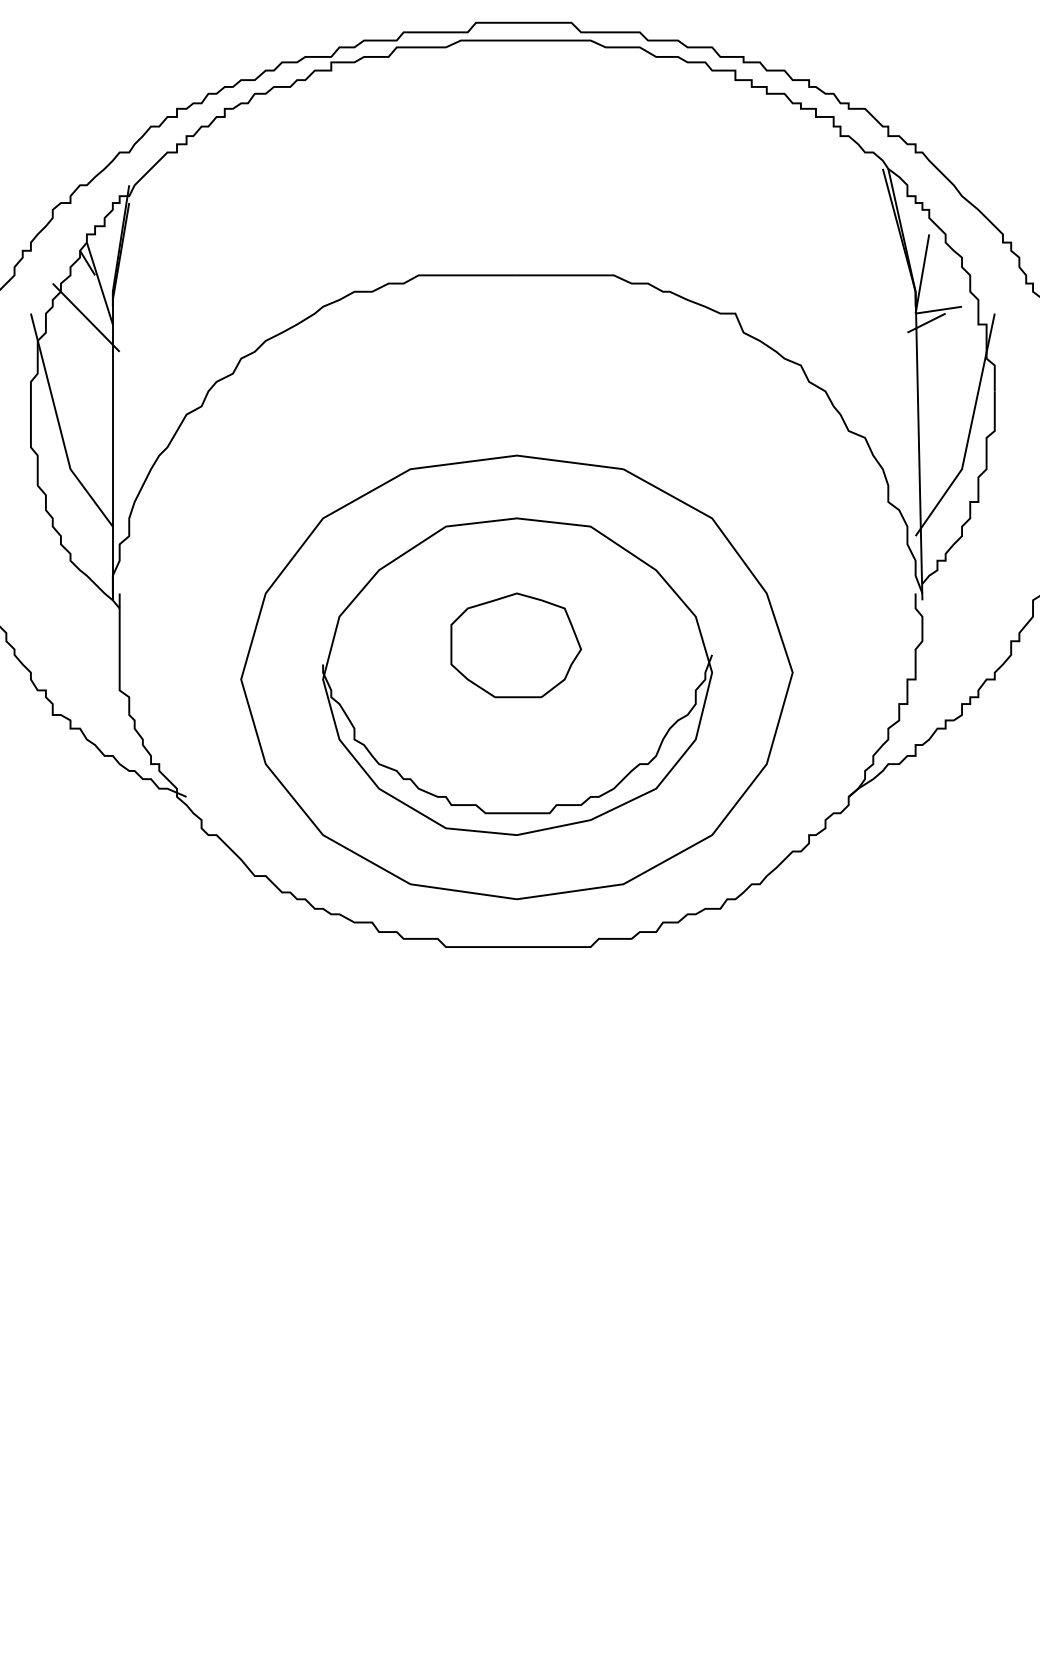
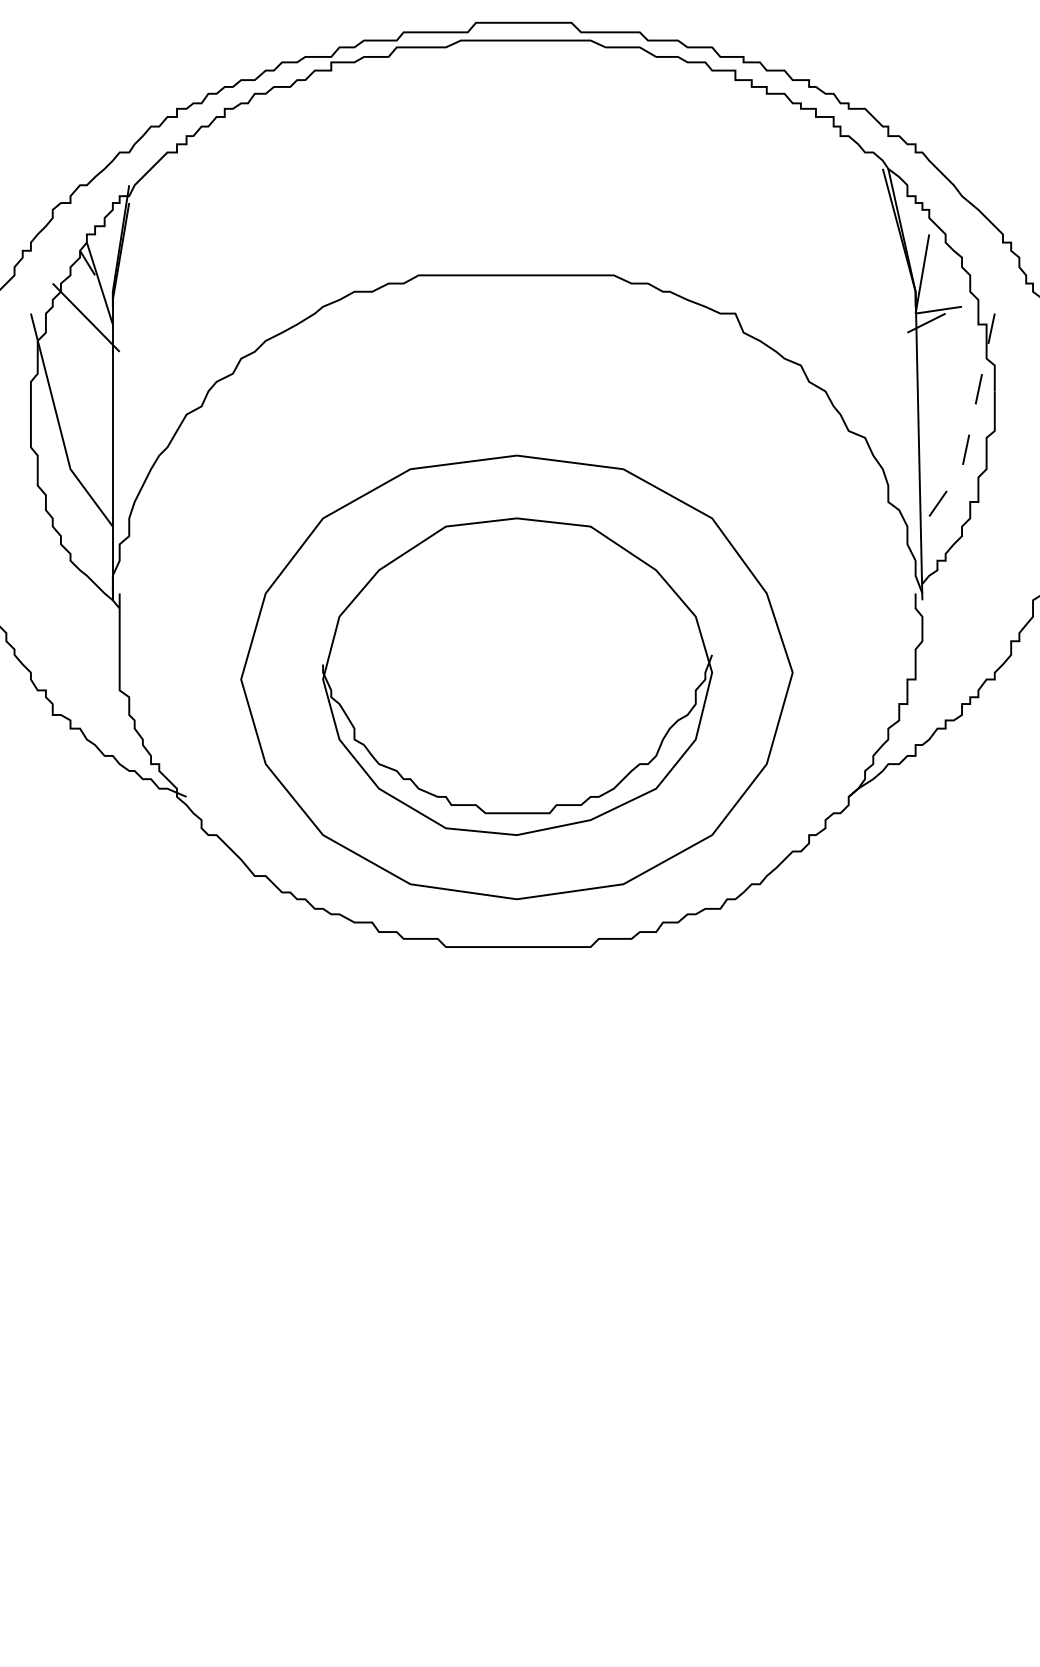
line at (969, 432): solid -> dashed
part at (515, 645): present -> none
